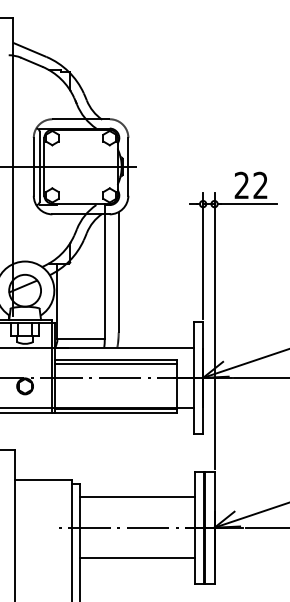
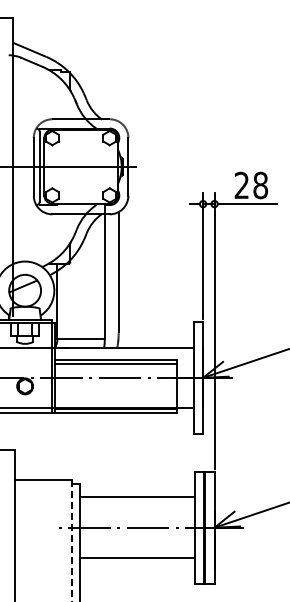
text at (260, 185): 22 -> 28
line at (260, 377): present -> none
line at (265, 527): present -> none
line at (71, 541): solid -> dashed
